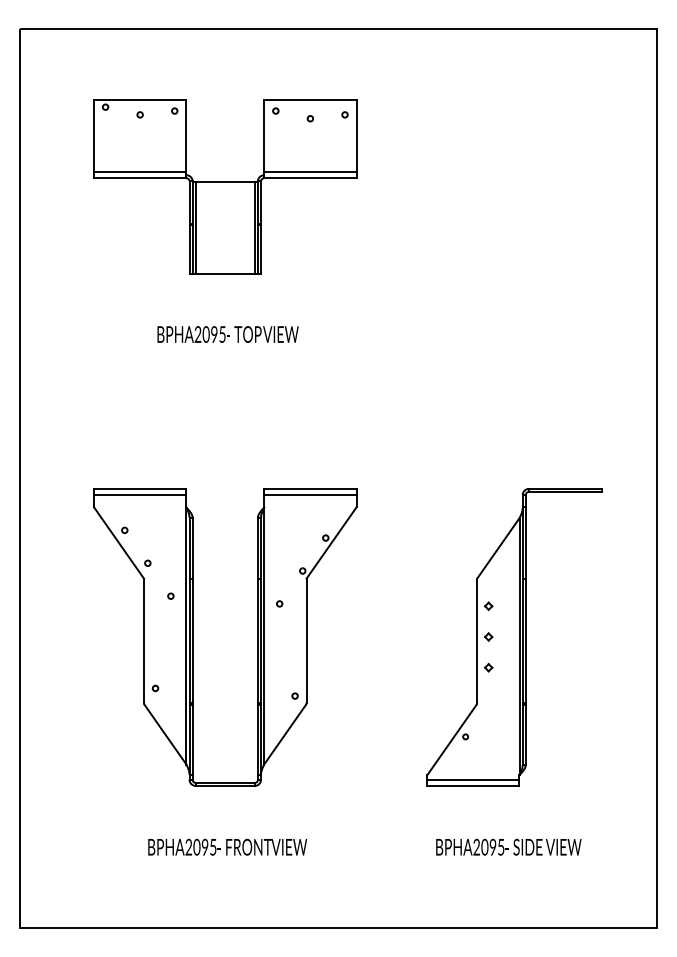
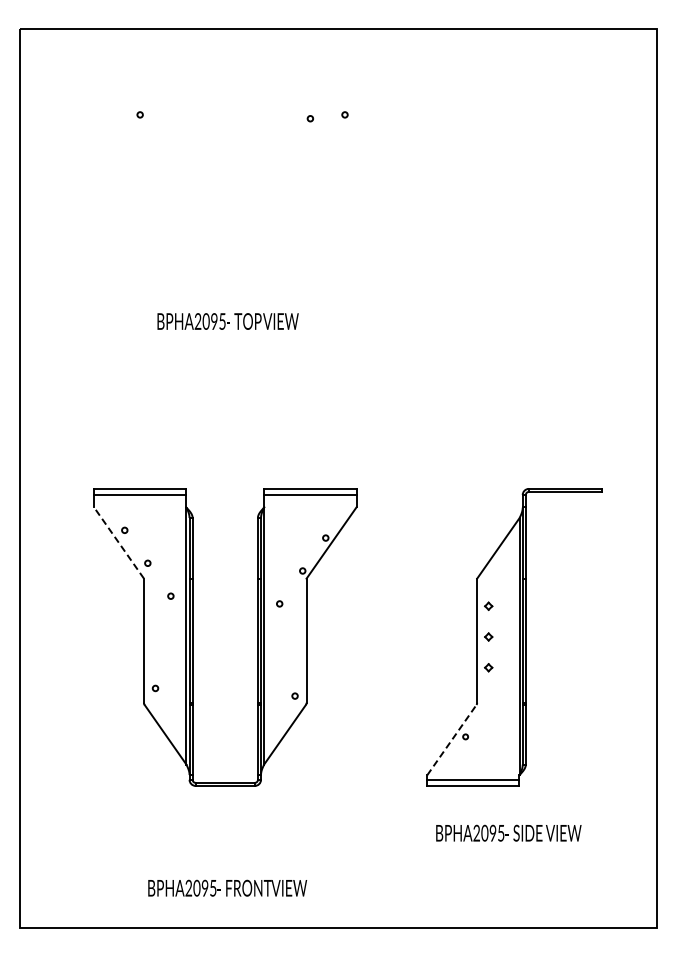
part at (225, 186): present -> none
text at (227, 334) position: (227, 334) -> (227, 321)
line at (119, 543): solid -> dashed
line at (451, 740): solid -> dashed
text at (227, 846) position: (227, 846) -> (227, 887)
text at (508, 846) position: (508, 846) -> (508, 832)
